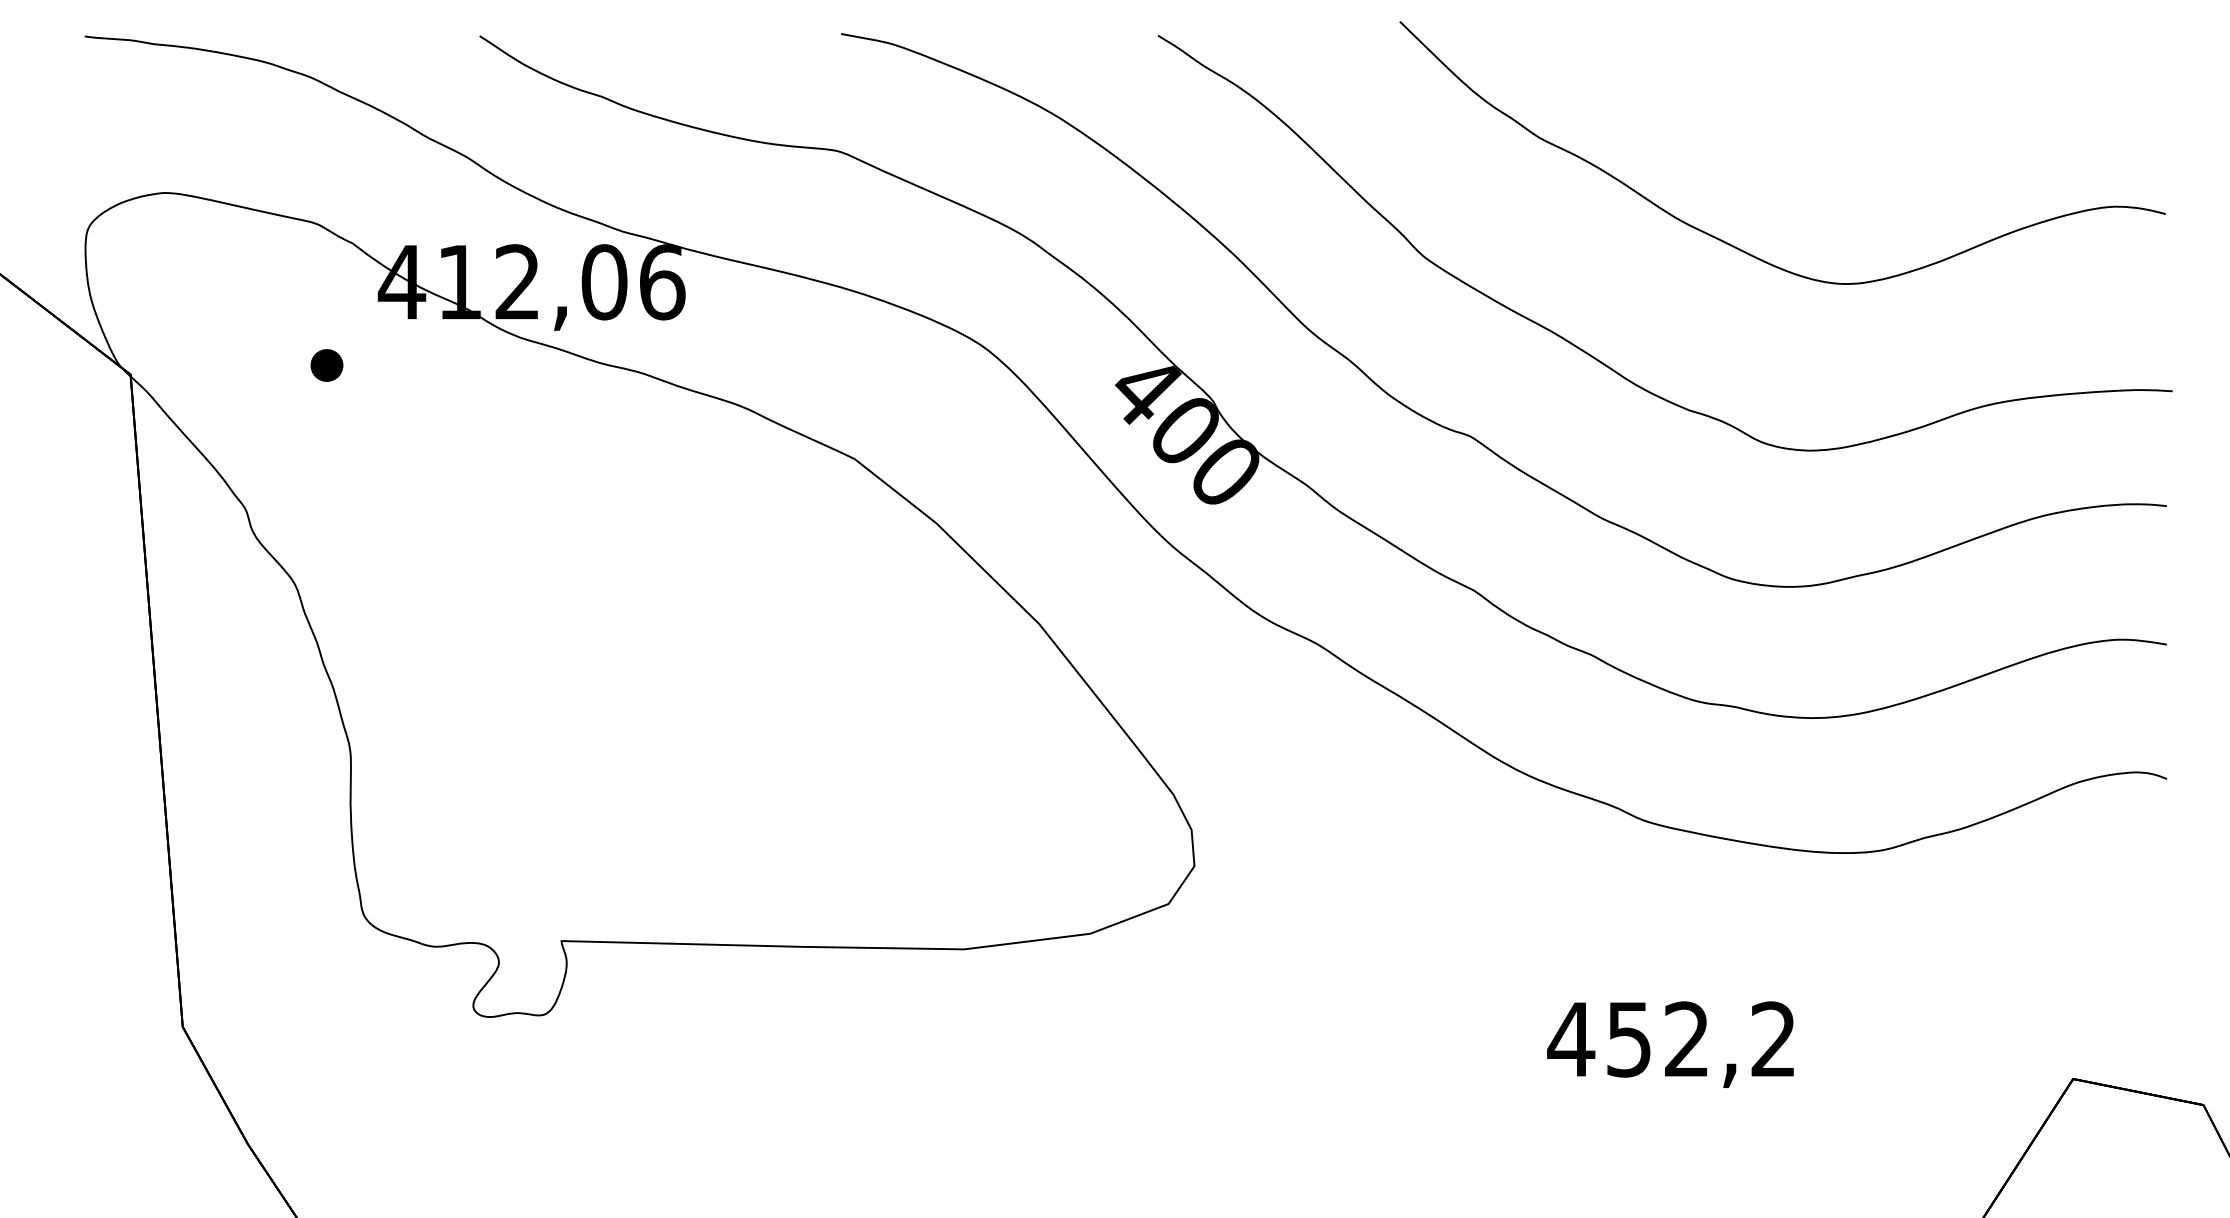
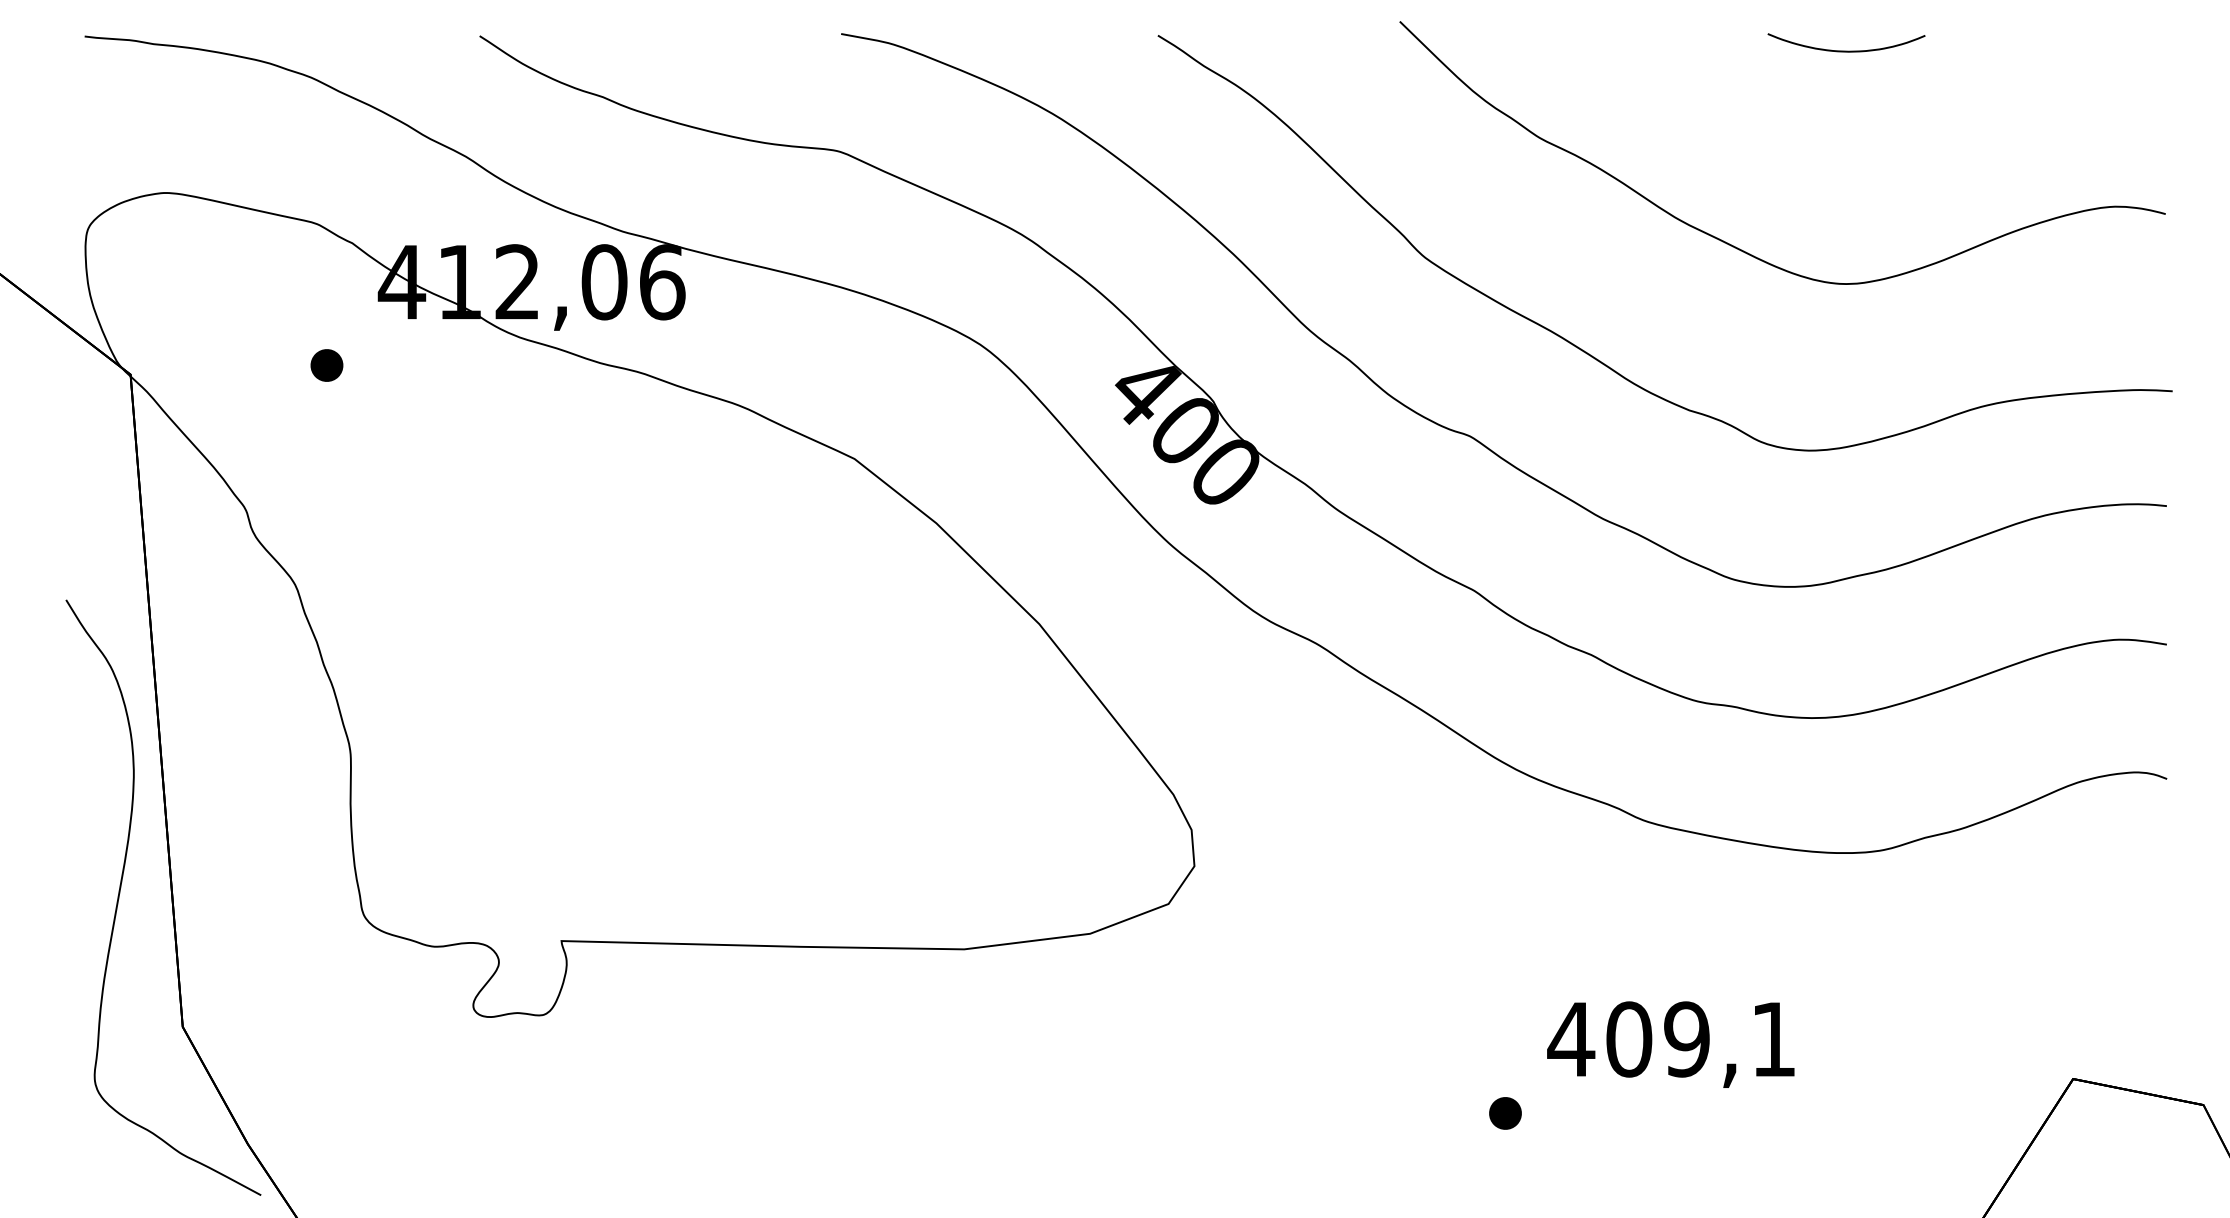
curve at (1846, 50): none -> present
curve at (121, 887): none -> present
text at (1700, 1039): 452,2 -> 409,1
part at (1505, 1113): none -> present
